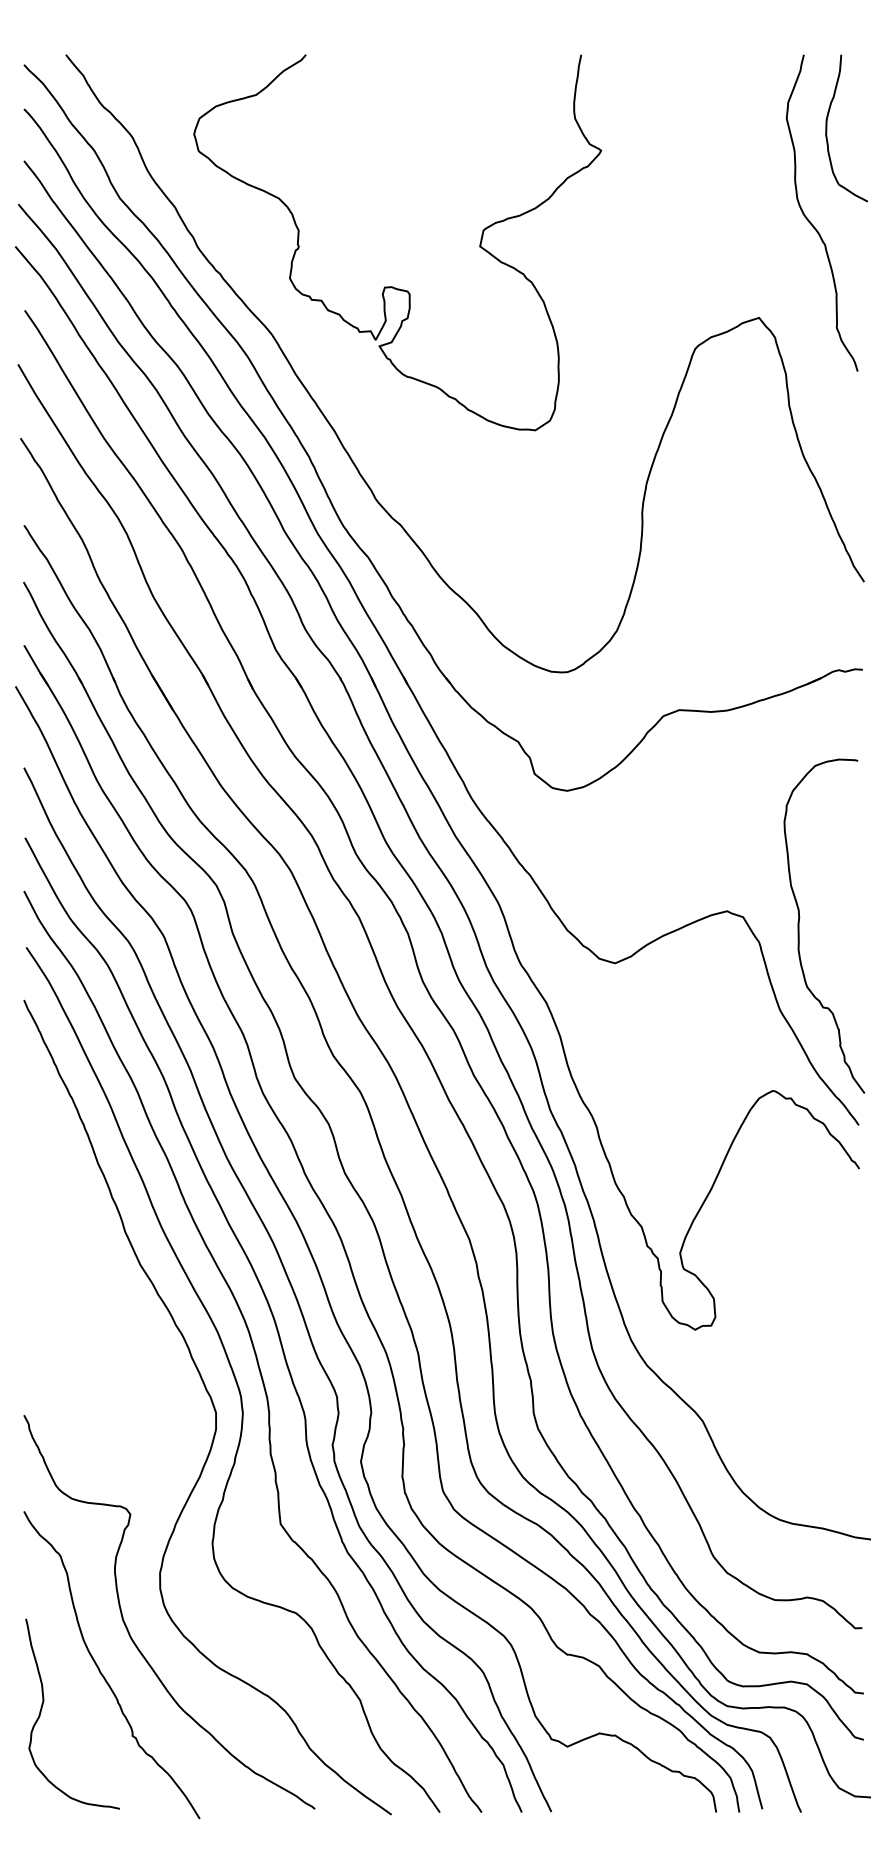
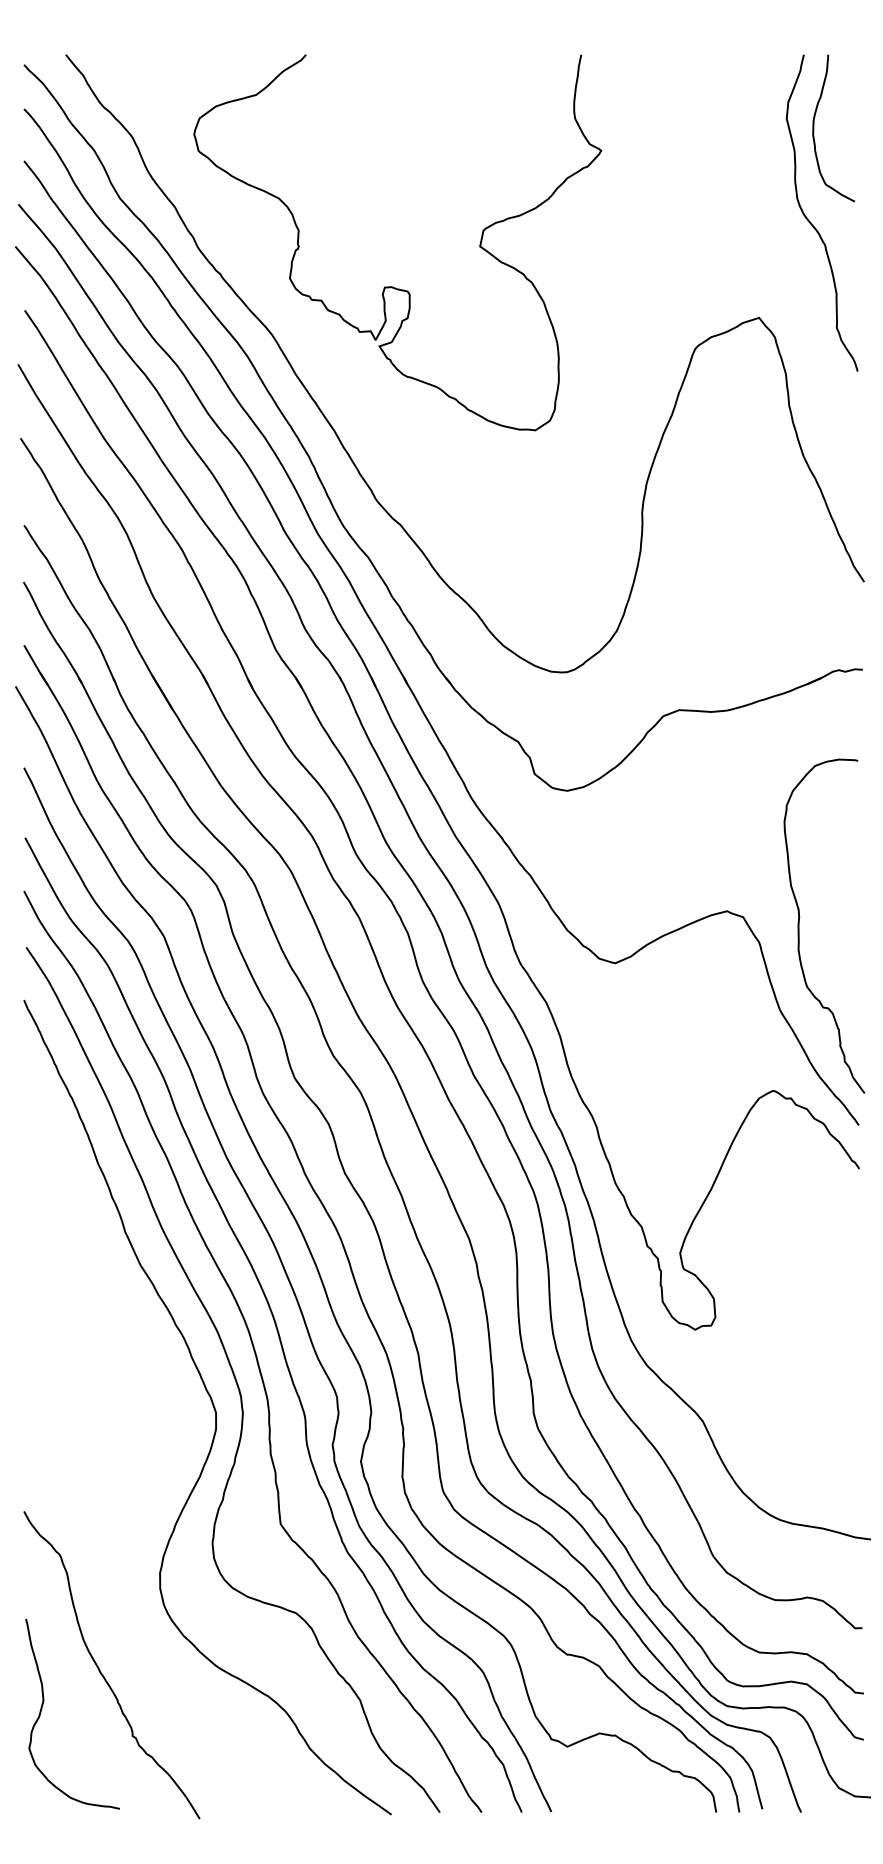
curve at (827, 128) position: (827, 128) -> (814, 128)
curve at (127, 1626): present -> none
